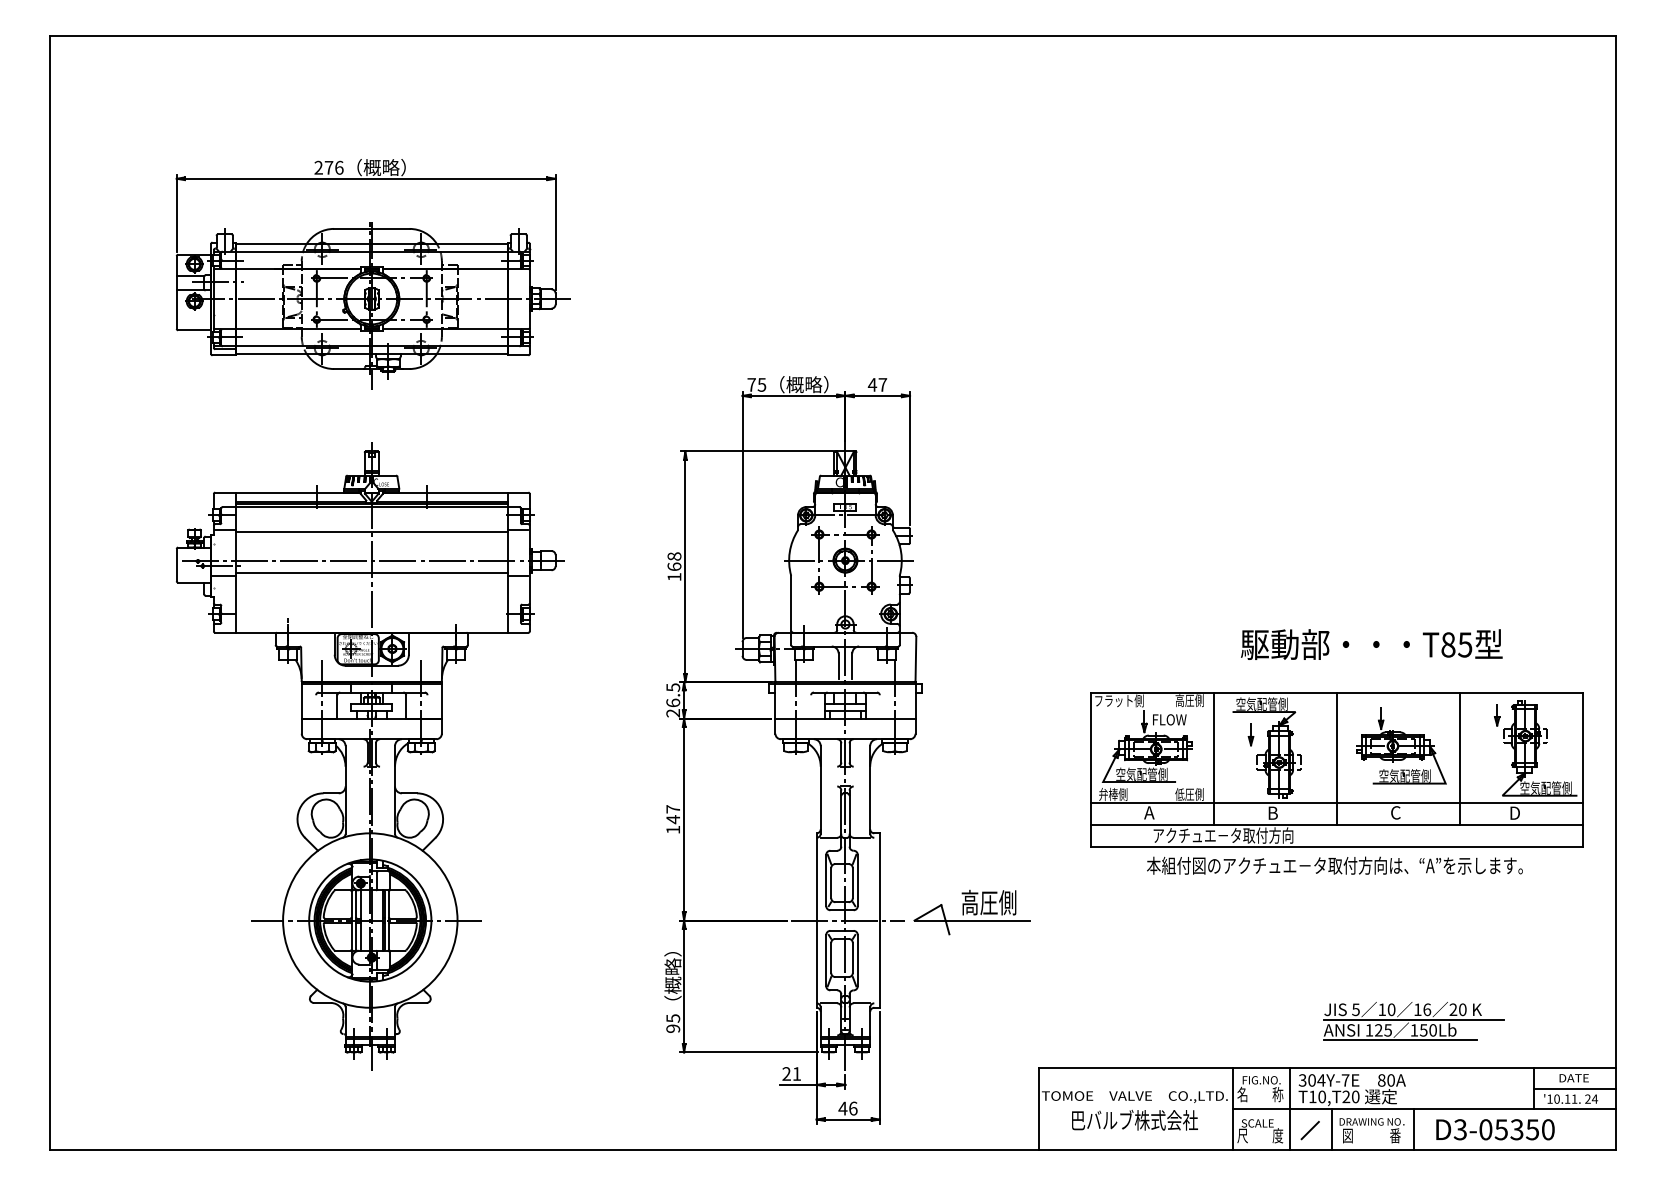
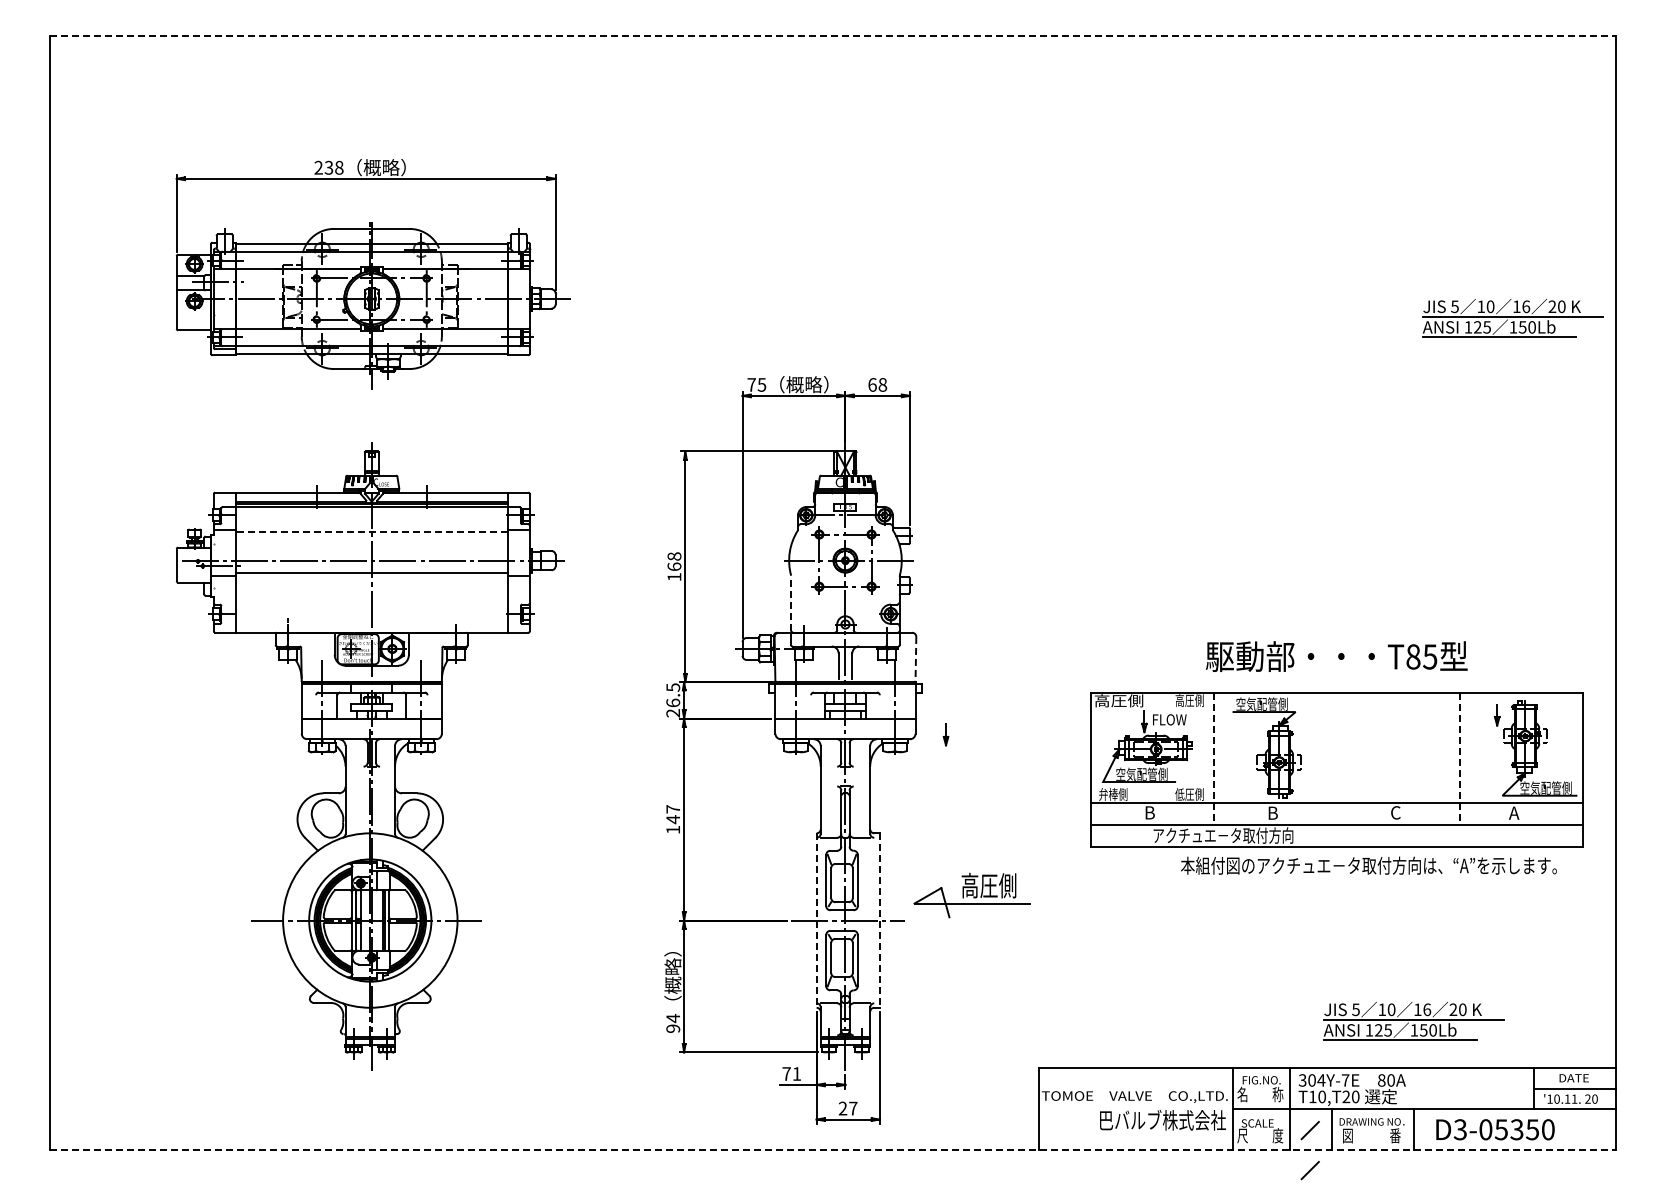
line at (833, 35): solid -> dashed
text at (333, 167): 276 -> 238
part at (1512, 318): none -> present
text at (877, 384): 47 -> 68
line at (371, 531): solid -> dashed
line at (791, 602): solid -> dashed
text at (1371, 644) position: (1371, 644) -> (1336, 656)
line at (915, 658): solid -> dashed
text at (1119, 700): フラット側 -> 高圧側
part at (1250, 734) position: (1250, 734) -> (945, 734)
part at (1401, 745): present -> none
line at (1213, 758): solid -> dashed
line at (1336, 758): present -> none
line at (1459, 758): solid -> dashed
text at (1149, 812): A -> B
text at (1514, 812): D -> A
text at (1334, 865) position: (1334, 865) -> (1368, 865)
part at (971, 912) position: (971, 912) -> (971, 895)
line at (816, 921): solid -> dashed
line at (879, 921): solid -> dashed
text at (673, 1018): 95 -> 94
text at (786, 1073): 21 -> 71
text at (1594, 1098): 24 -> 20
text at (847, 1108): 46 -> 27
text at (1134, 1119) position: (1134, 1119) -> (1162, 1119)
line at (833, 1150): solid -> dashed
line at (1309, 1170): none -> present
